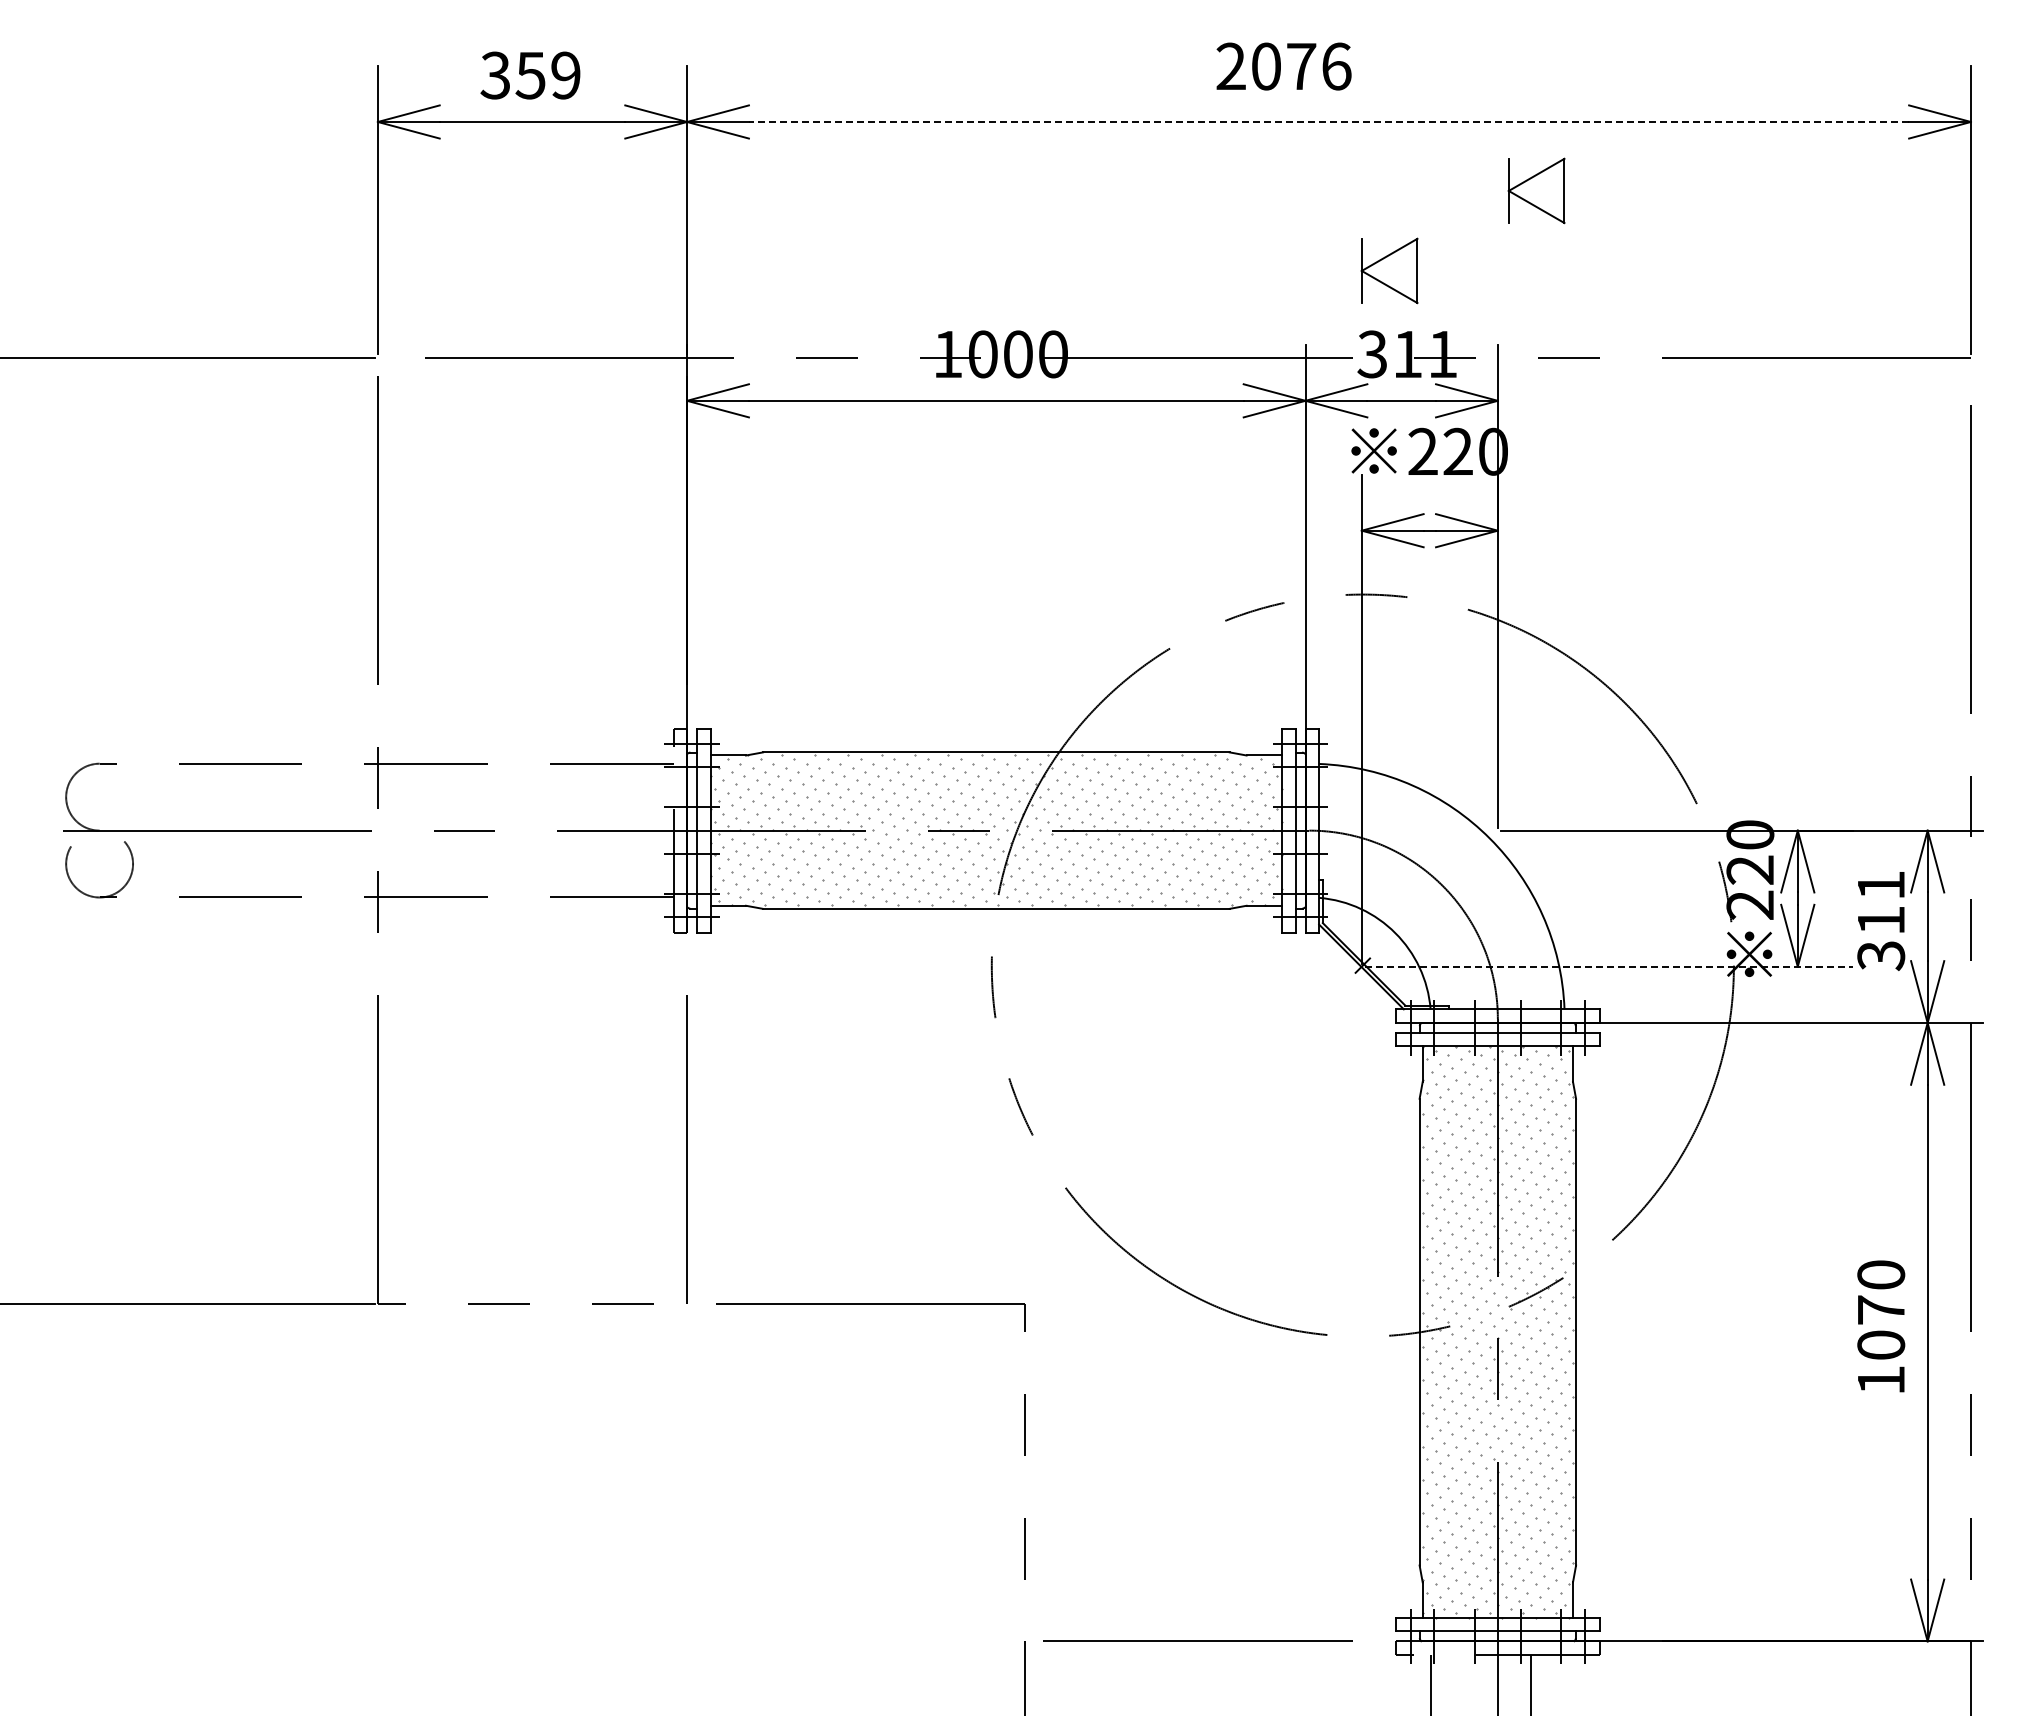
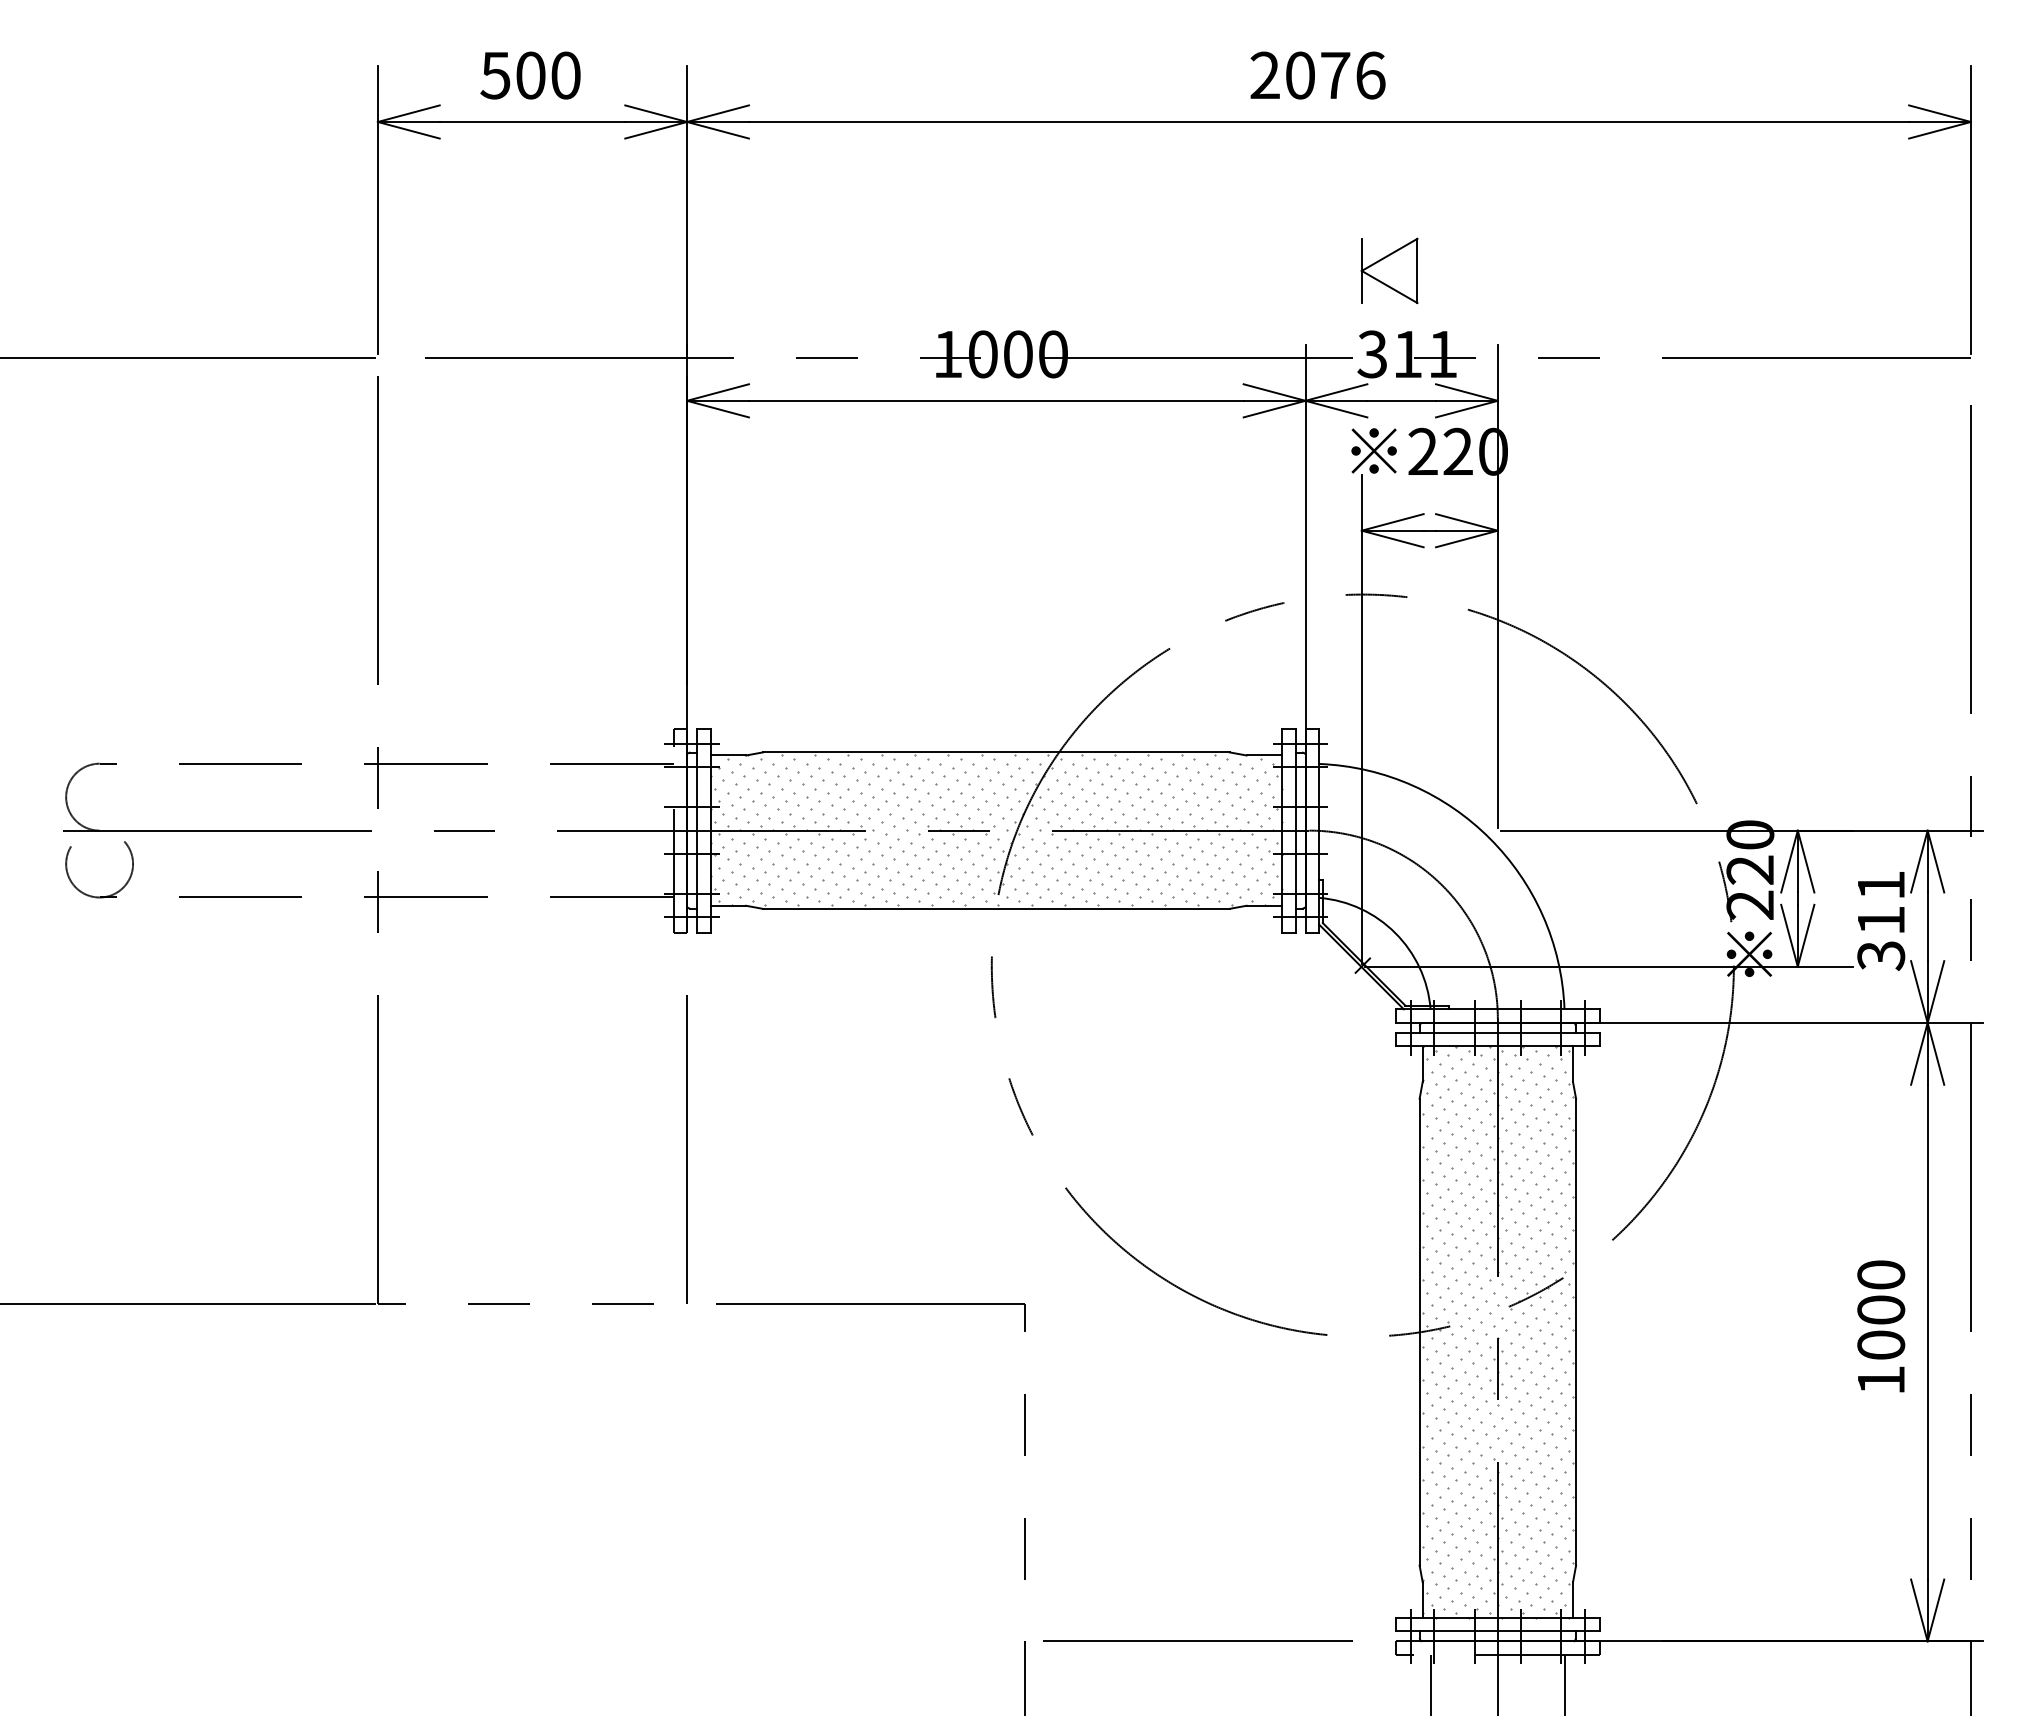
text at (1283, 66) position: (1283, 66) -> (1317, 75)
text at (530, 75): 359 -> 500
line at (1328, 121): dashed -> solid
part at (1536, 190): present -> none
line at (1609, 966): dashed -> solid
text at (1881, 1309): 1070 -> 1000
line at (1530, 1683) position: (1530, 1683) -> (1564, 1683)
